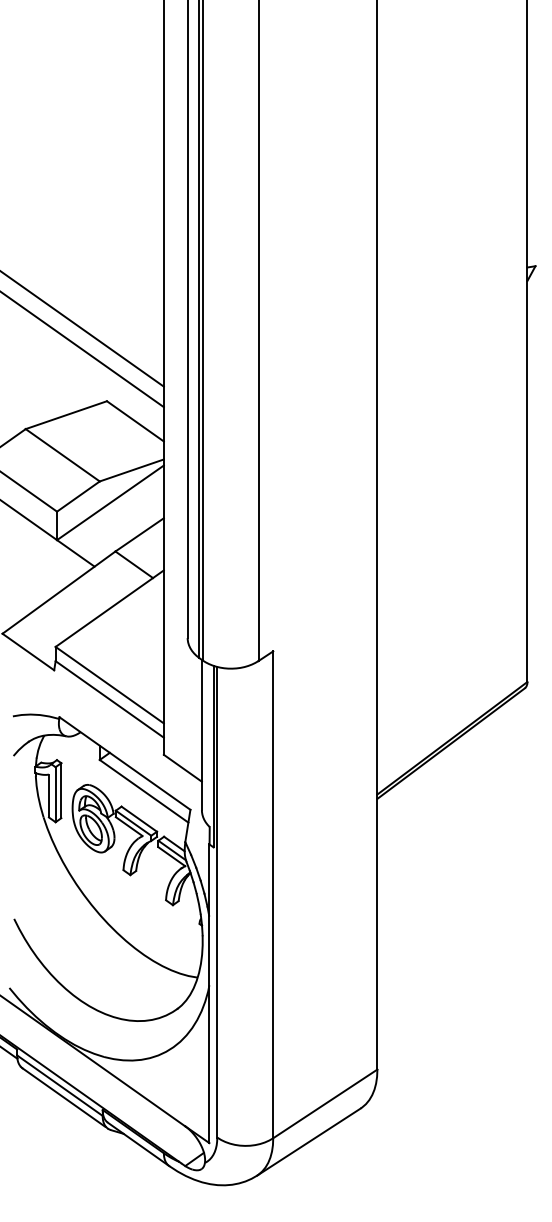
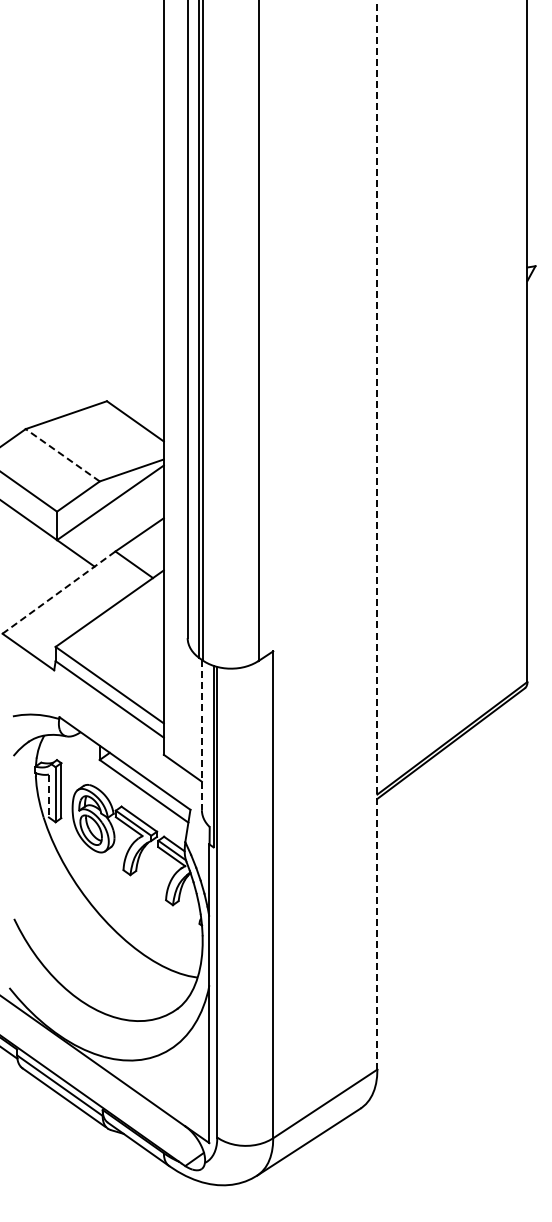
line at (82, 329): present -> none
line at (82, 349): present -> none
line at (62, 455): solid -> dashed
line at (377, 534): solid -> dashed
line at (59, 592): solid -> dashed
line at (201, 735): solid -> dashed
line at (48, 796): solid -> dashed
